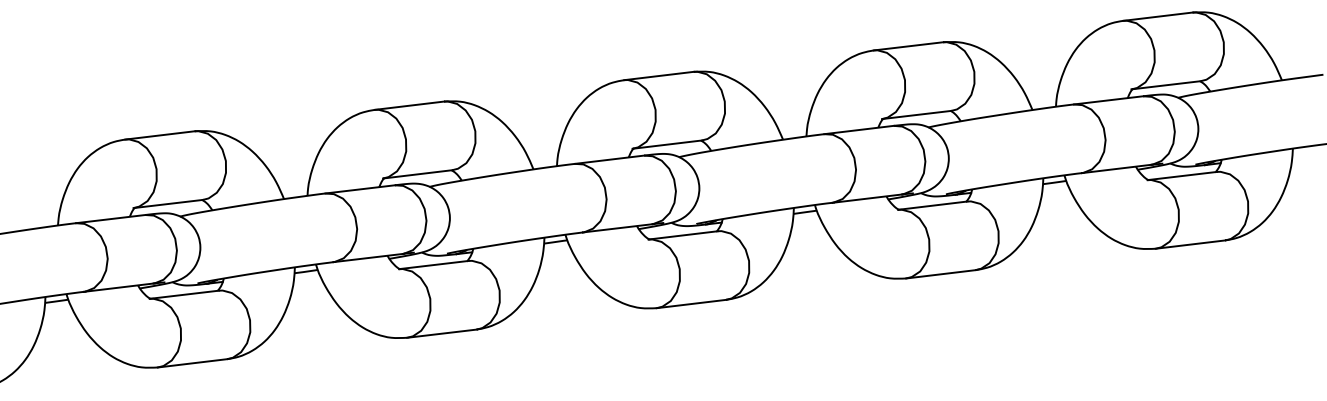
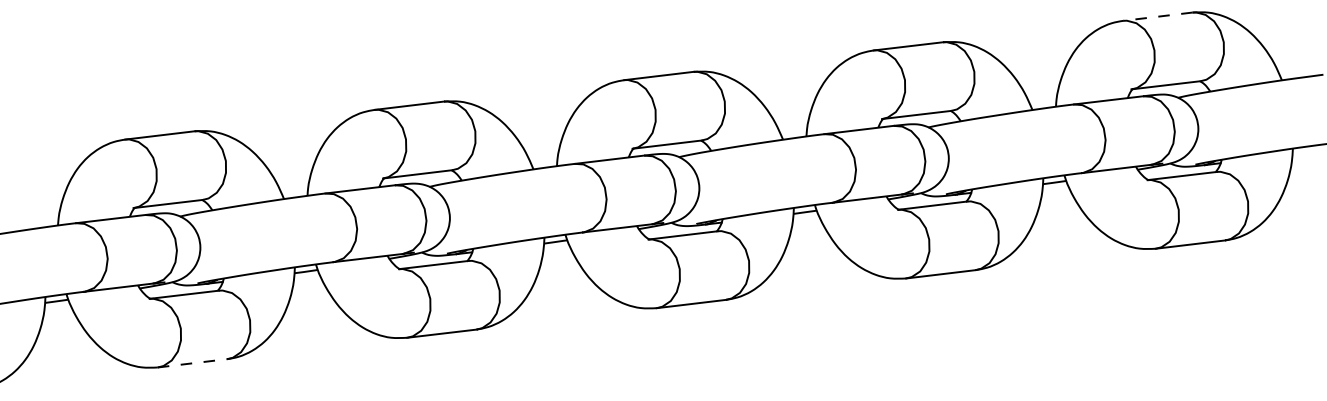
line at (1157, 16): solid -> dashed
line at (192, 363): solid -> dashed
